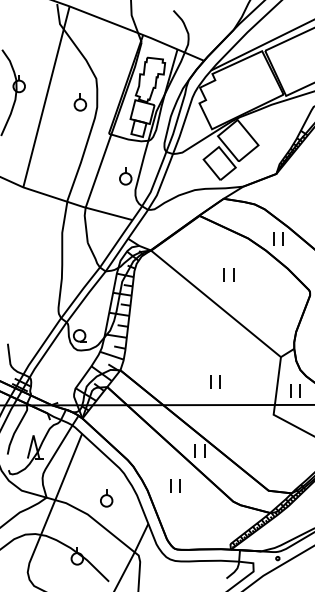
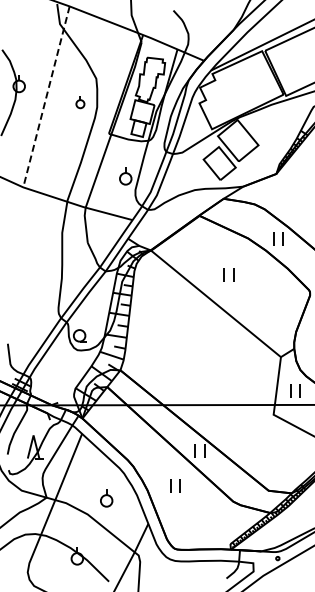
line at (46, 96): solid -> dashed
part at (80, 102) size: 15x19 px -> 11x14 px
part at (215, 381): present -> none
